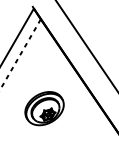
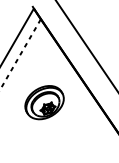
part at (44, 108) position: (44, 108) -> (44, 102)
